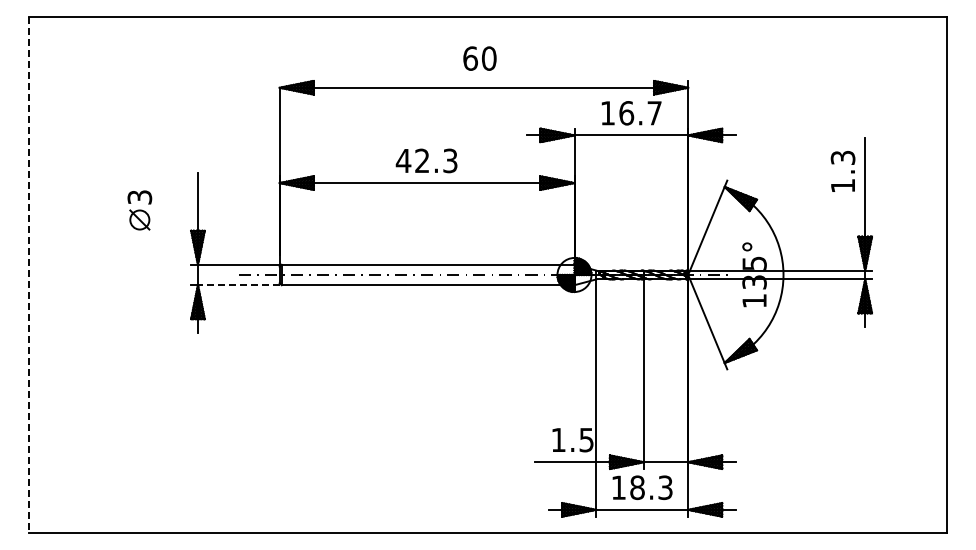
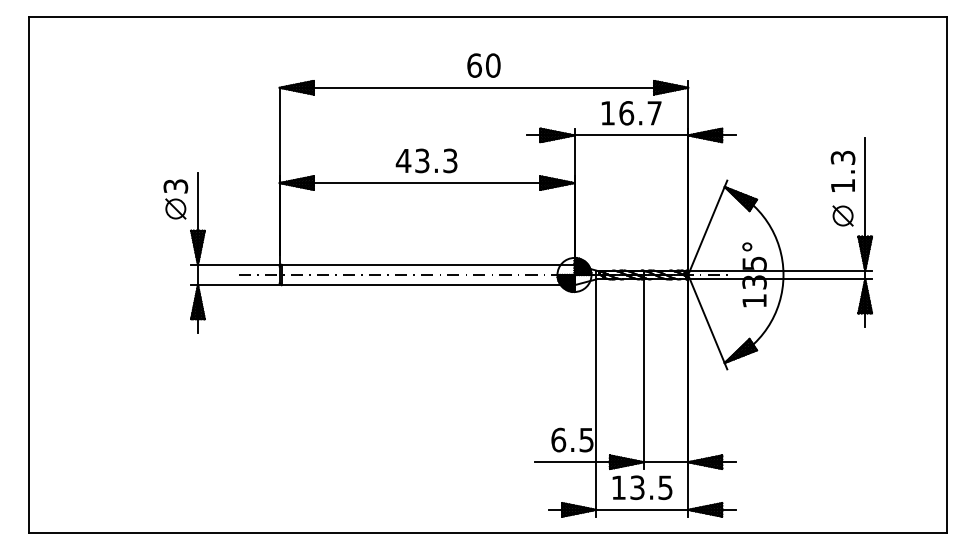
text at (479, 58) position: (479, 58) -> (483, 65)
text at (422, 160): 42.3 -> 43.3
part at (139, 210) position: (139, 210) -> (175, 199)
part at (842, 215): none -> present
line at (29, 275): dashed -> solid
line at (238, 285): dashed -> solid
text at (558, 439): 1.5 -> 6.5
text at (651, 487): 18.3 -> 13.5
